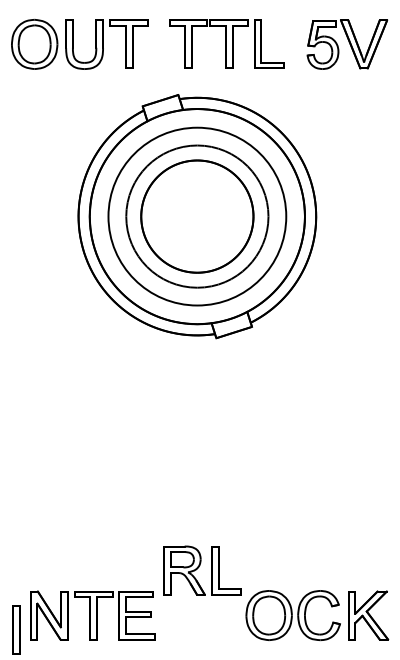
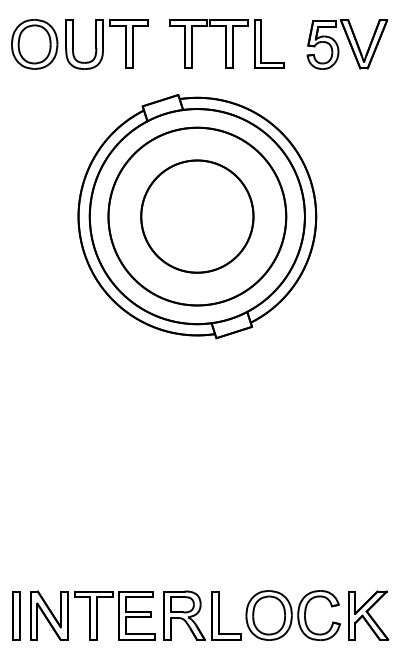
circle at (197, 216) diameter: 142 px -> 178 px
part at (202, 570) position: (202, 570) -> (202, 615)
part at (16, 629) position: (16, 629) -> (16, 615)
